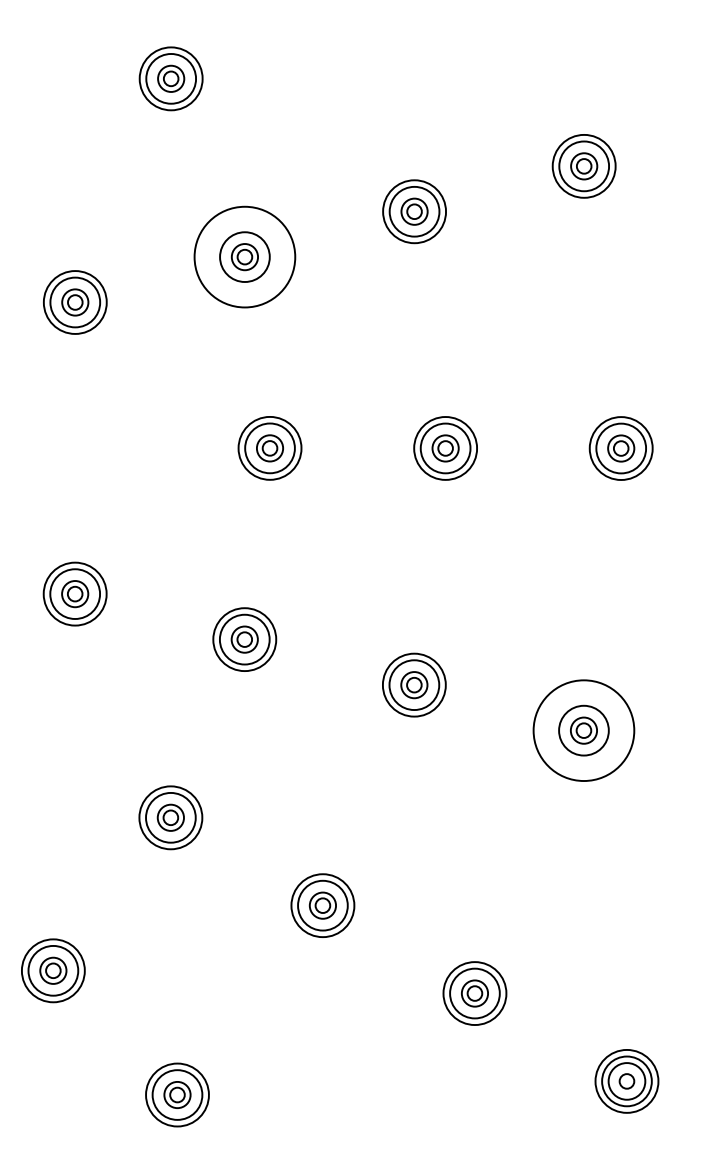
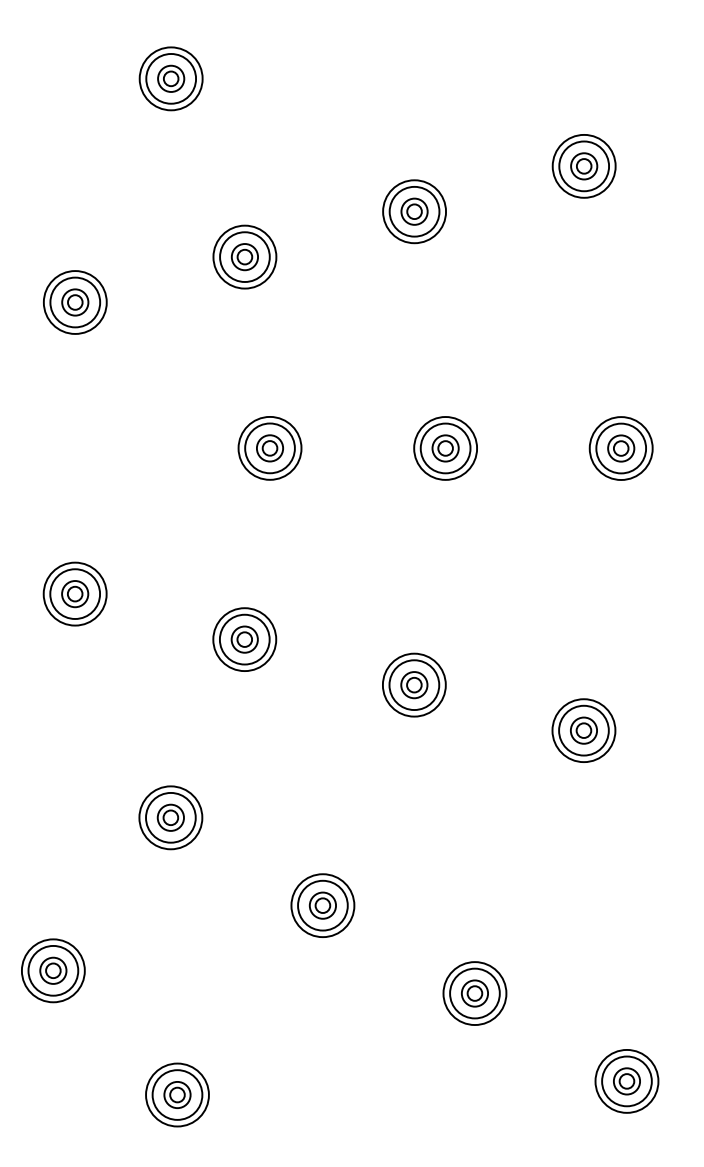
circle at (244, 256) diameter: 101 px -> 63 px
circle at (583, 730) diameter: 101 px -> 63 px
circle at (626, 1081) diameter: 37 px -> 26 px
